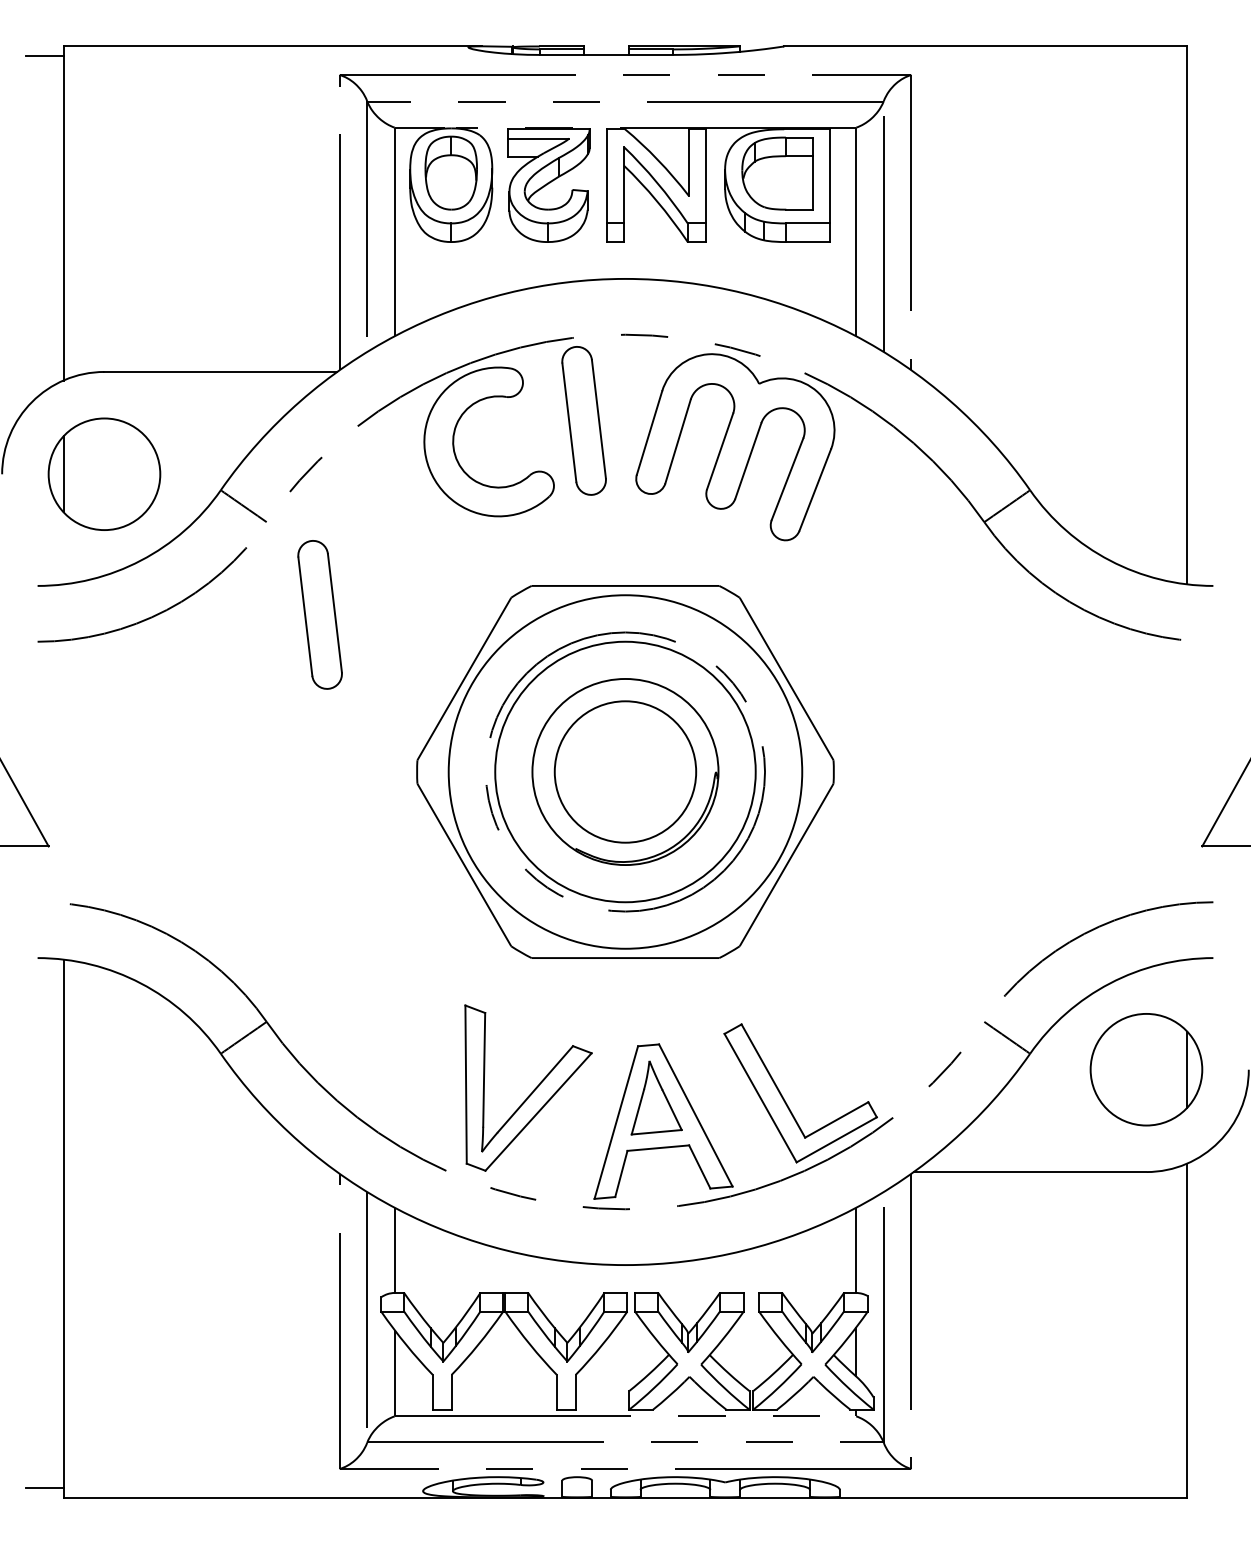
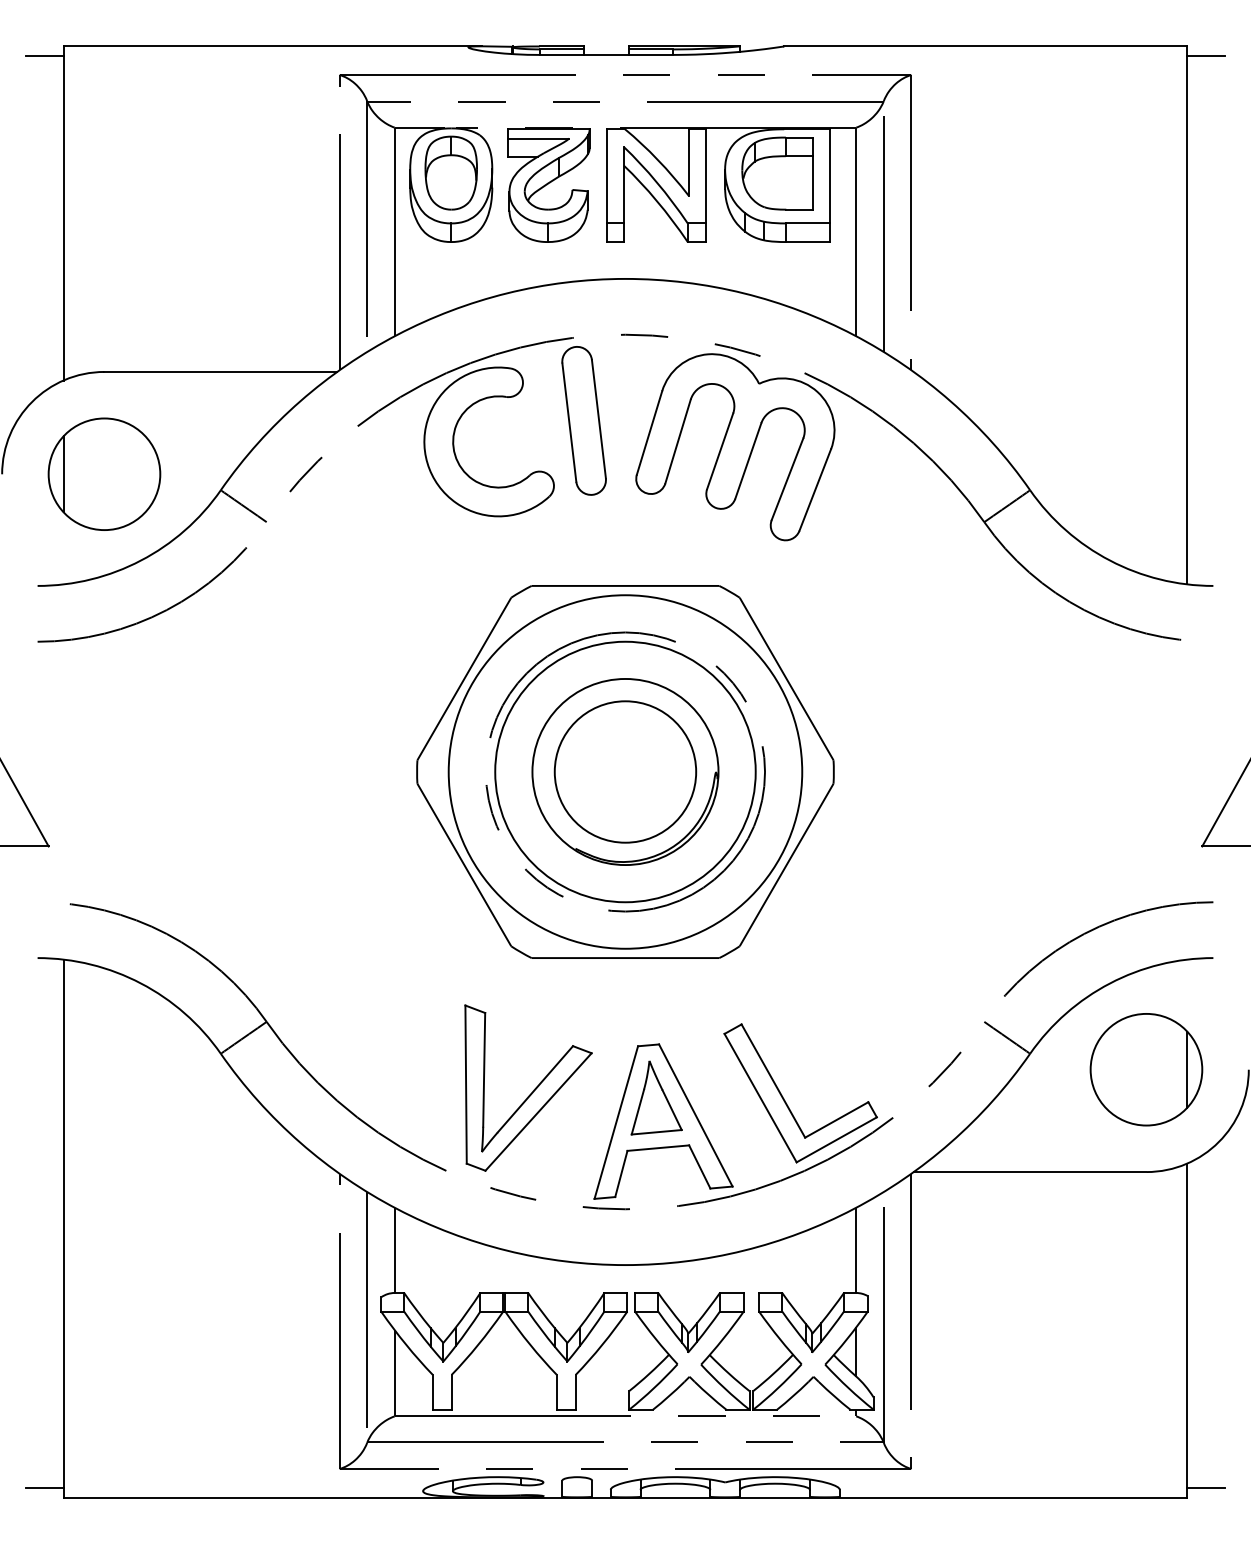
line at (1205, 55): none -> present
part at (319, 614): present -> none
line at (1205, 1488): none -> present
